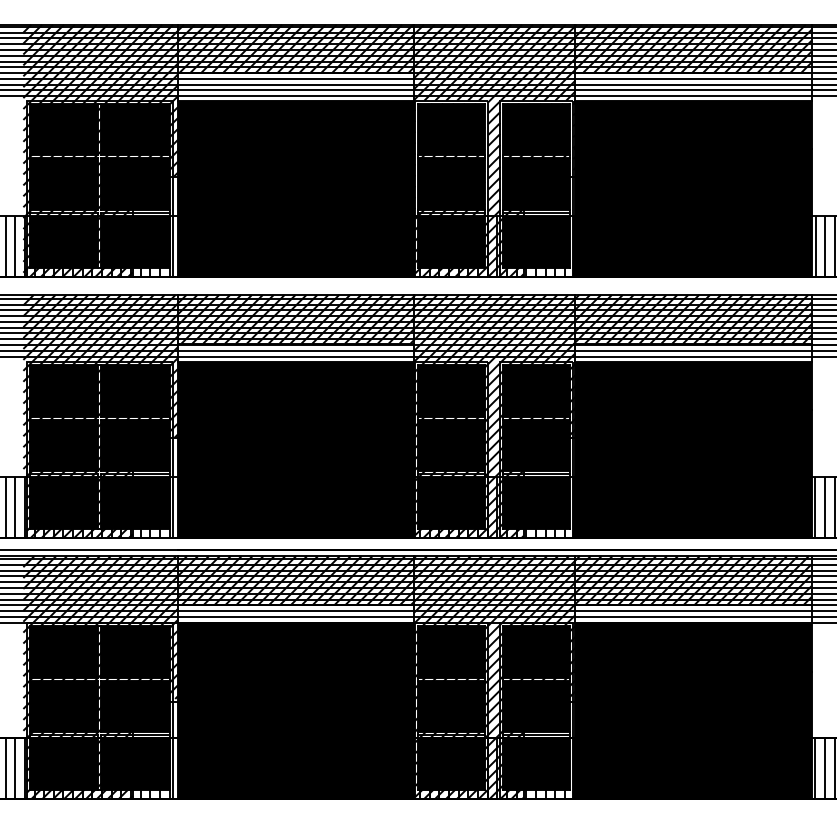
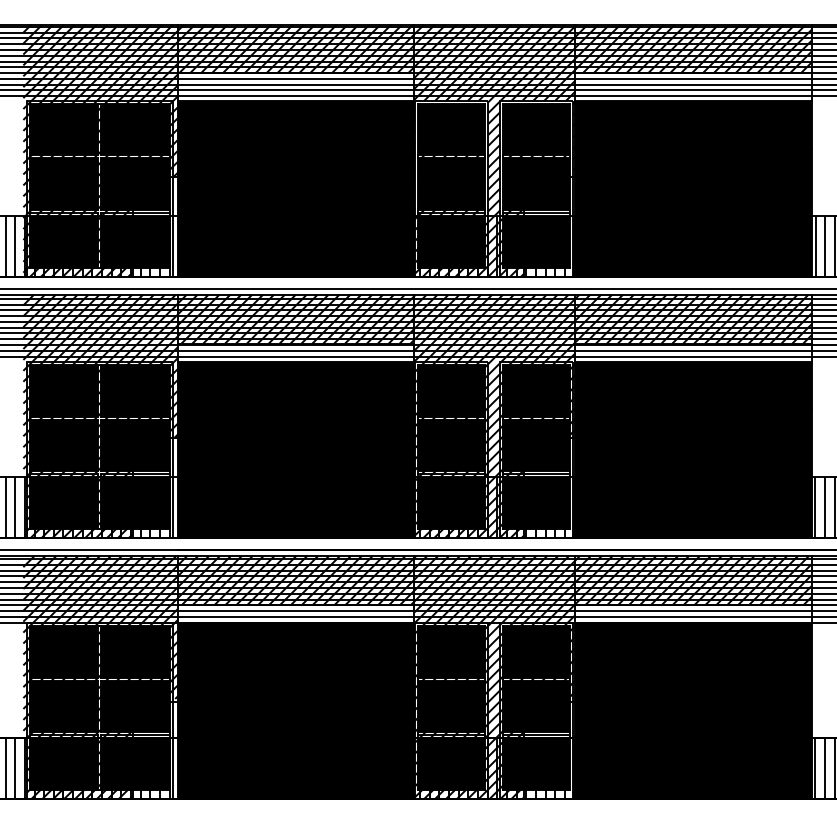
line at (417, 289): none -> present
